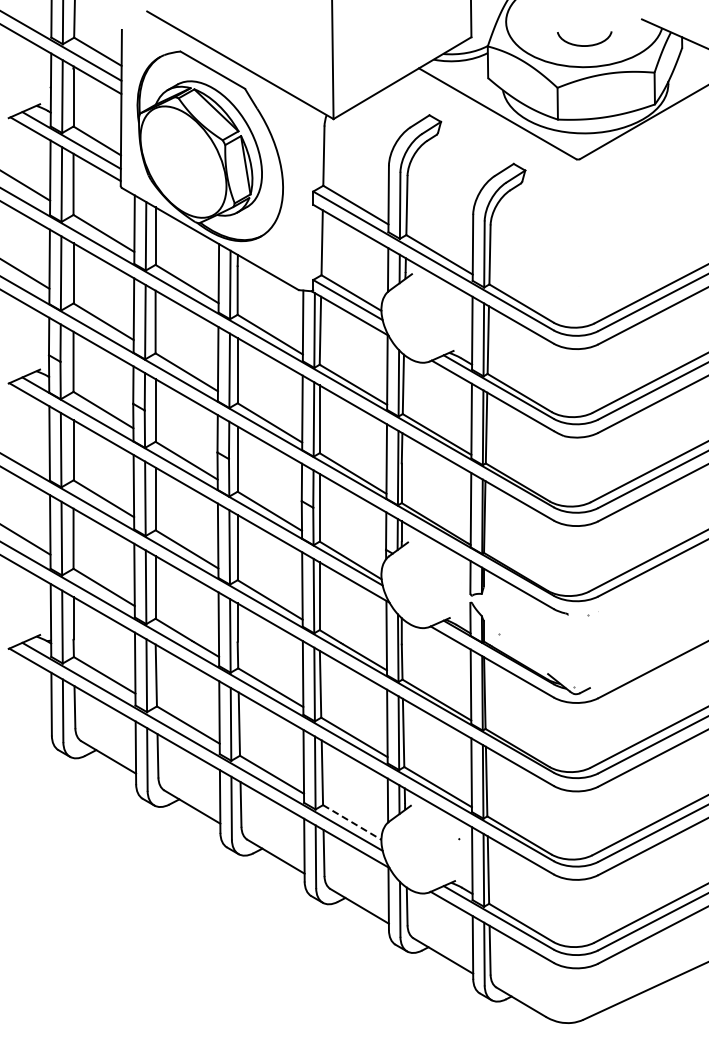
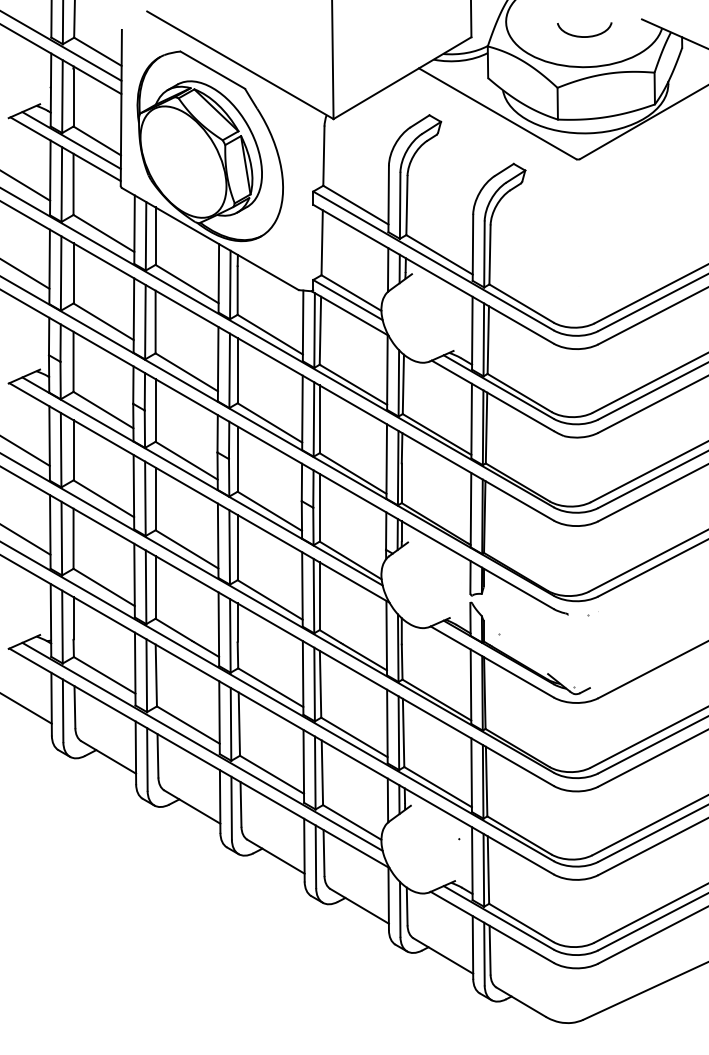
curve at (584, 45) position: (584, 45) -> (584, 36)
line at (25, 451): none -> present
line at (26, 708): none -> present
line at (352, 822): dashed -> solid
